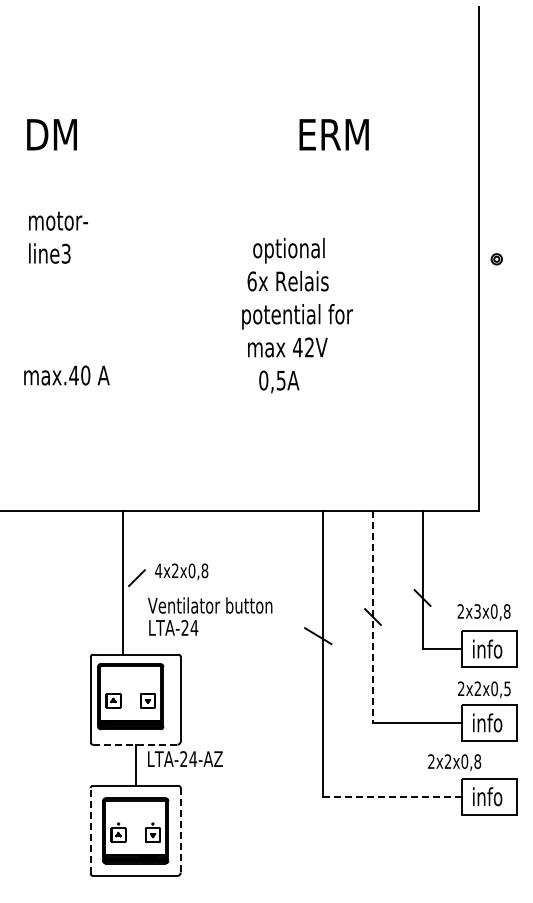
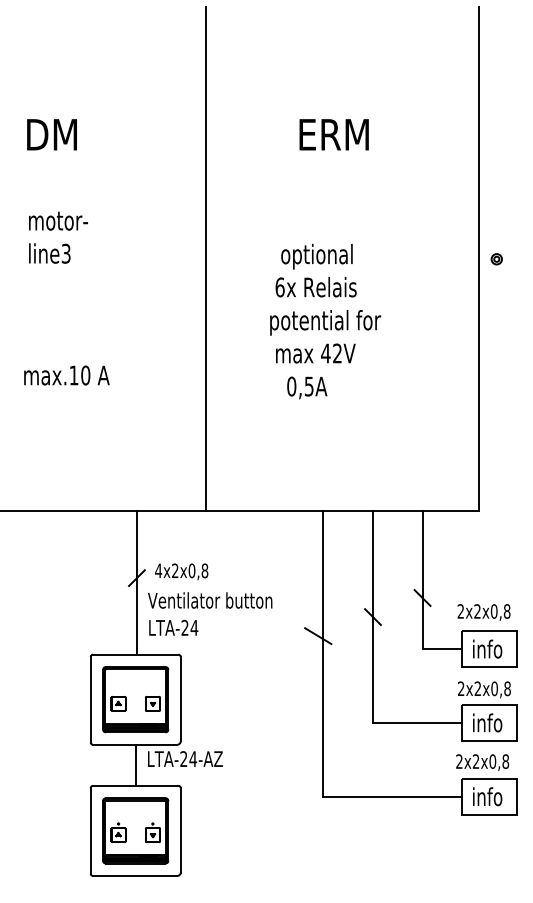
line at (206, 259): none -> present
text at (297, 315) position: (297, 315) -> (325, 321)
text at (73, 375): max.40 -> max.10
line at (122, 582) position: (122, 582) -> (136, 582)
text at (210, 605) position: (210, 605) -> (210, 600)
text at (477, 611): 2x3x0,8 -> 2x2x0,8
line at (372, 617): dashed -> solid
text at (507, 688): 2x2x0,5 -> 2x2x0,8
part at (130, 696) position: (130, 696) -> (135, 699)
line at (134, 744): dashed -> solid
text at (454, 762) position: (454, 762) -> (482, 762)
line at (392, 796): dashed -> solid
line at (90, 830): dashed -> solid
line at (180, 830): dashed -> solid
